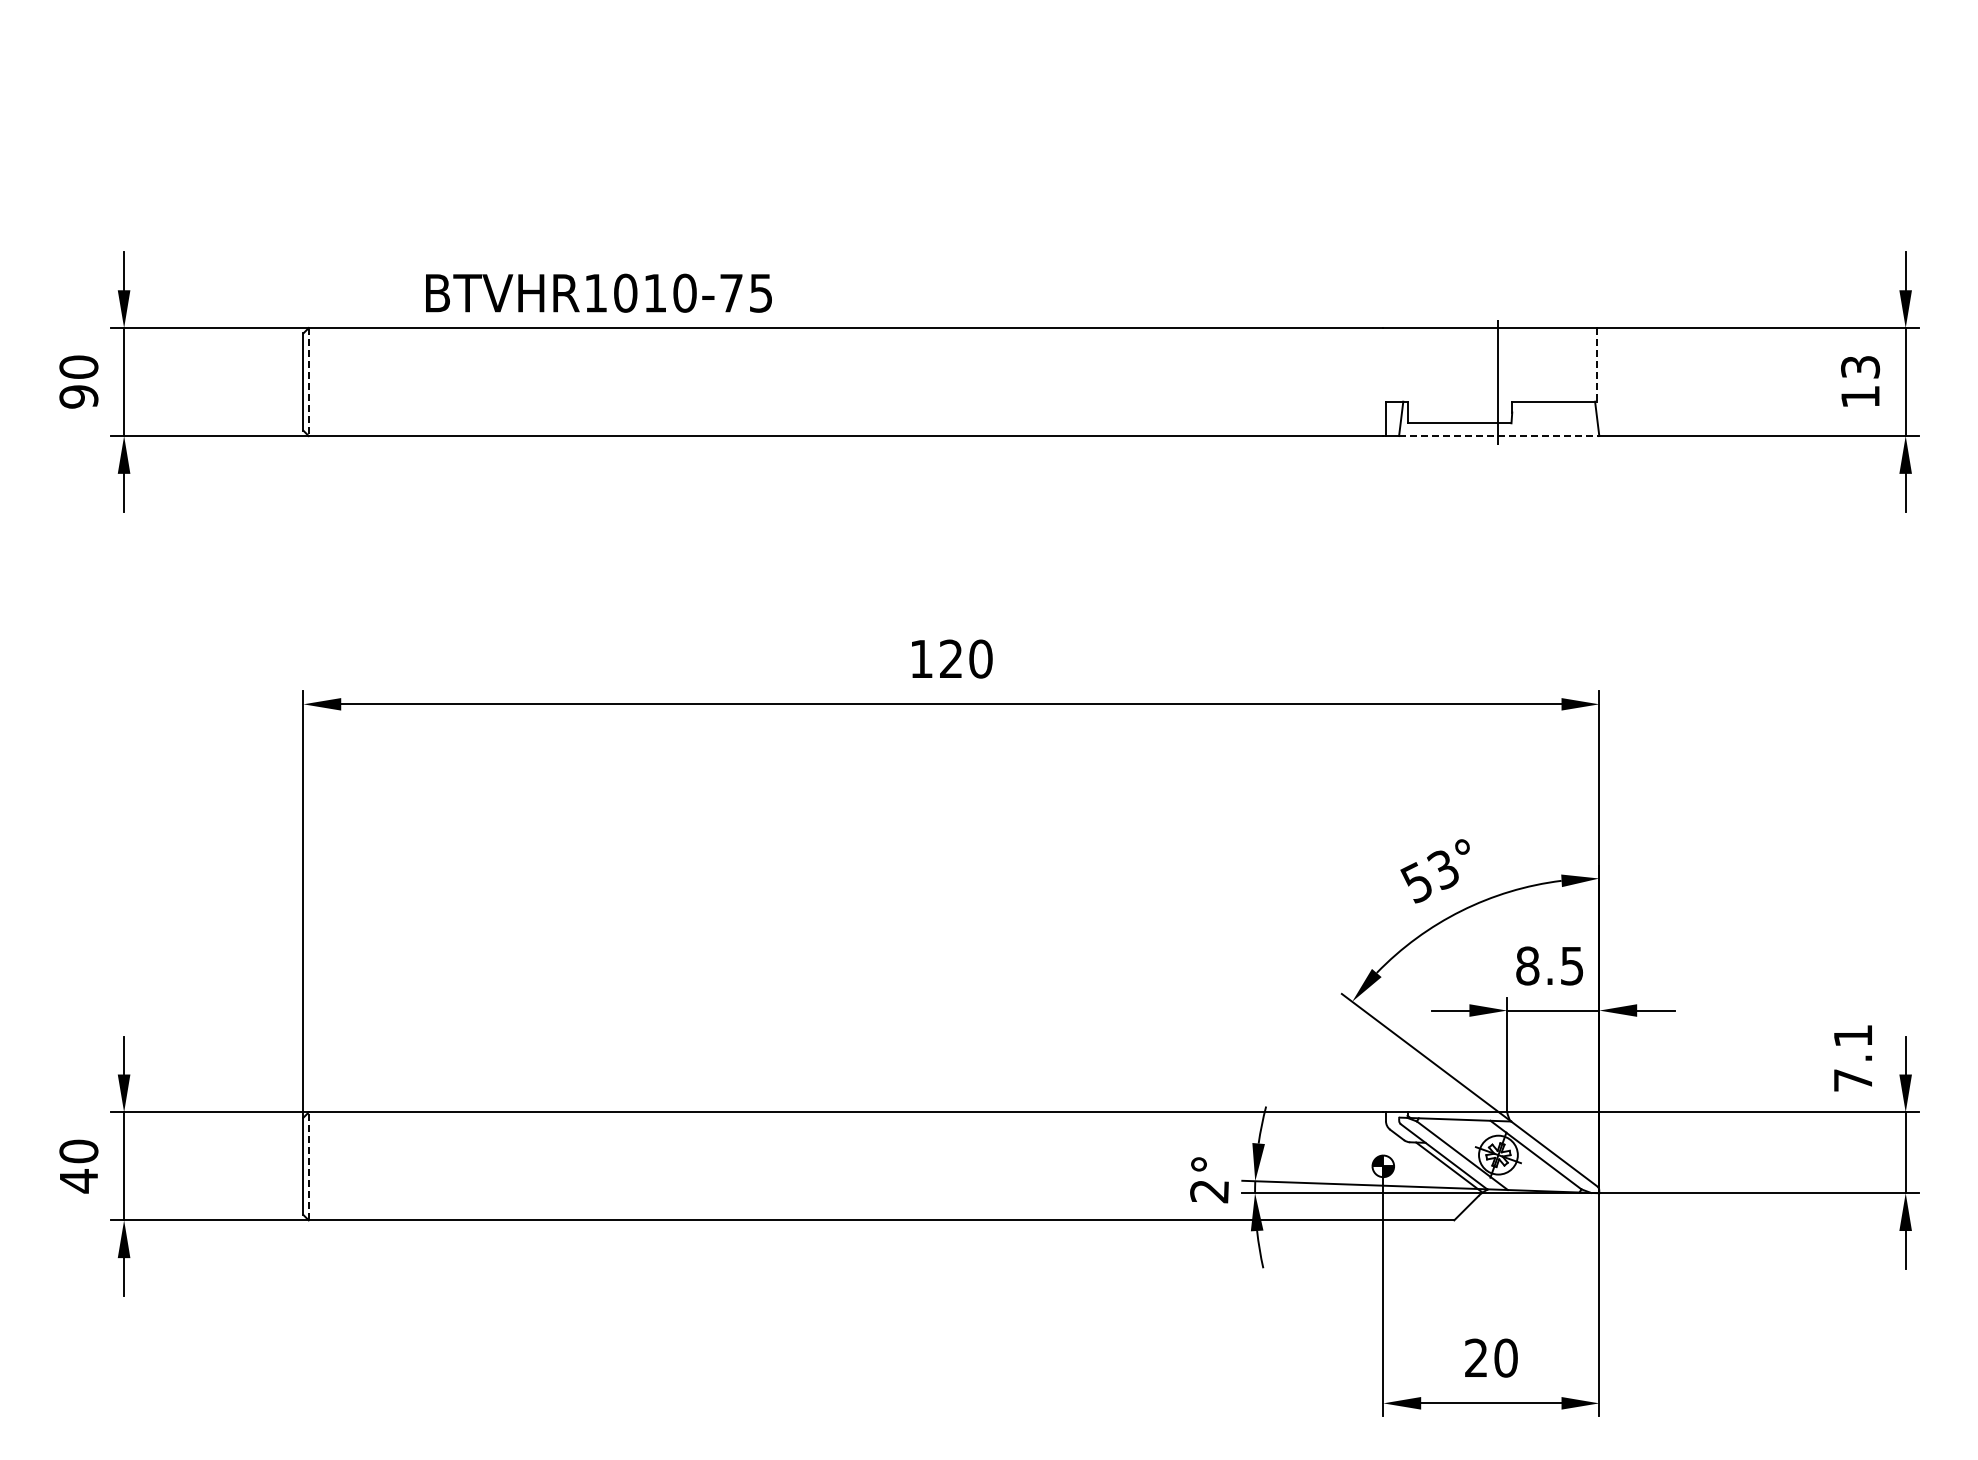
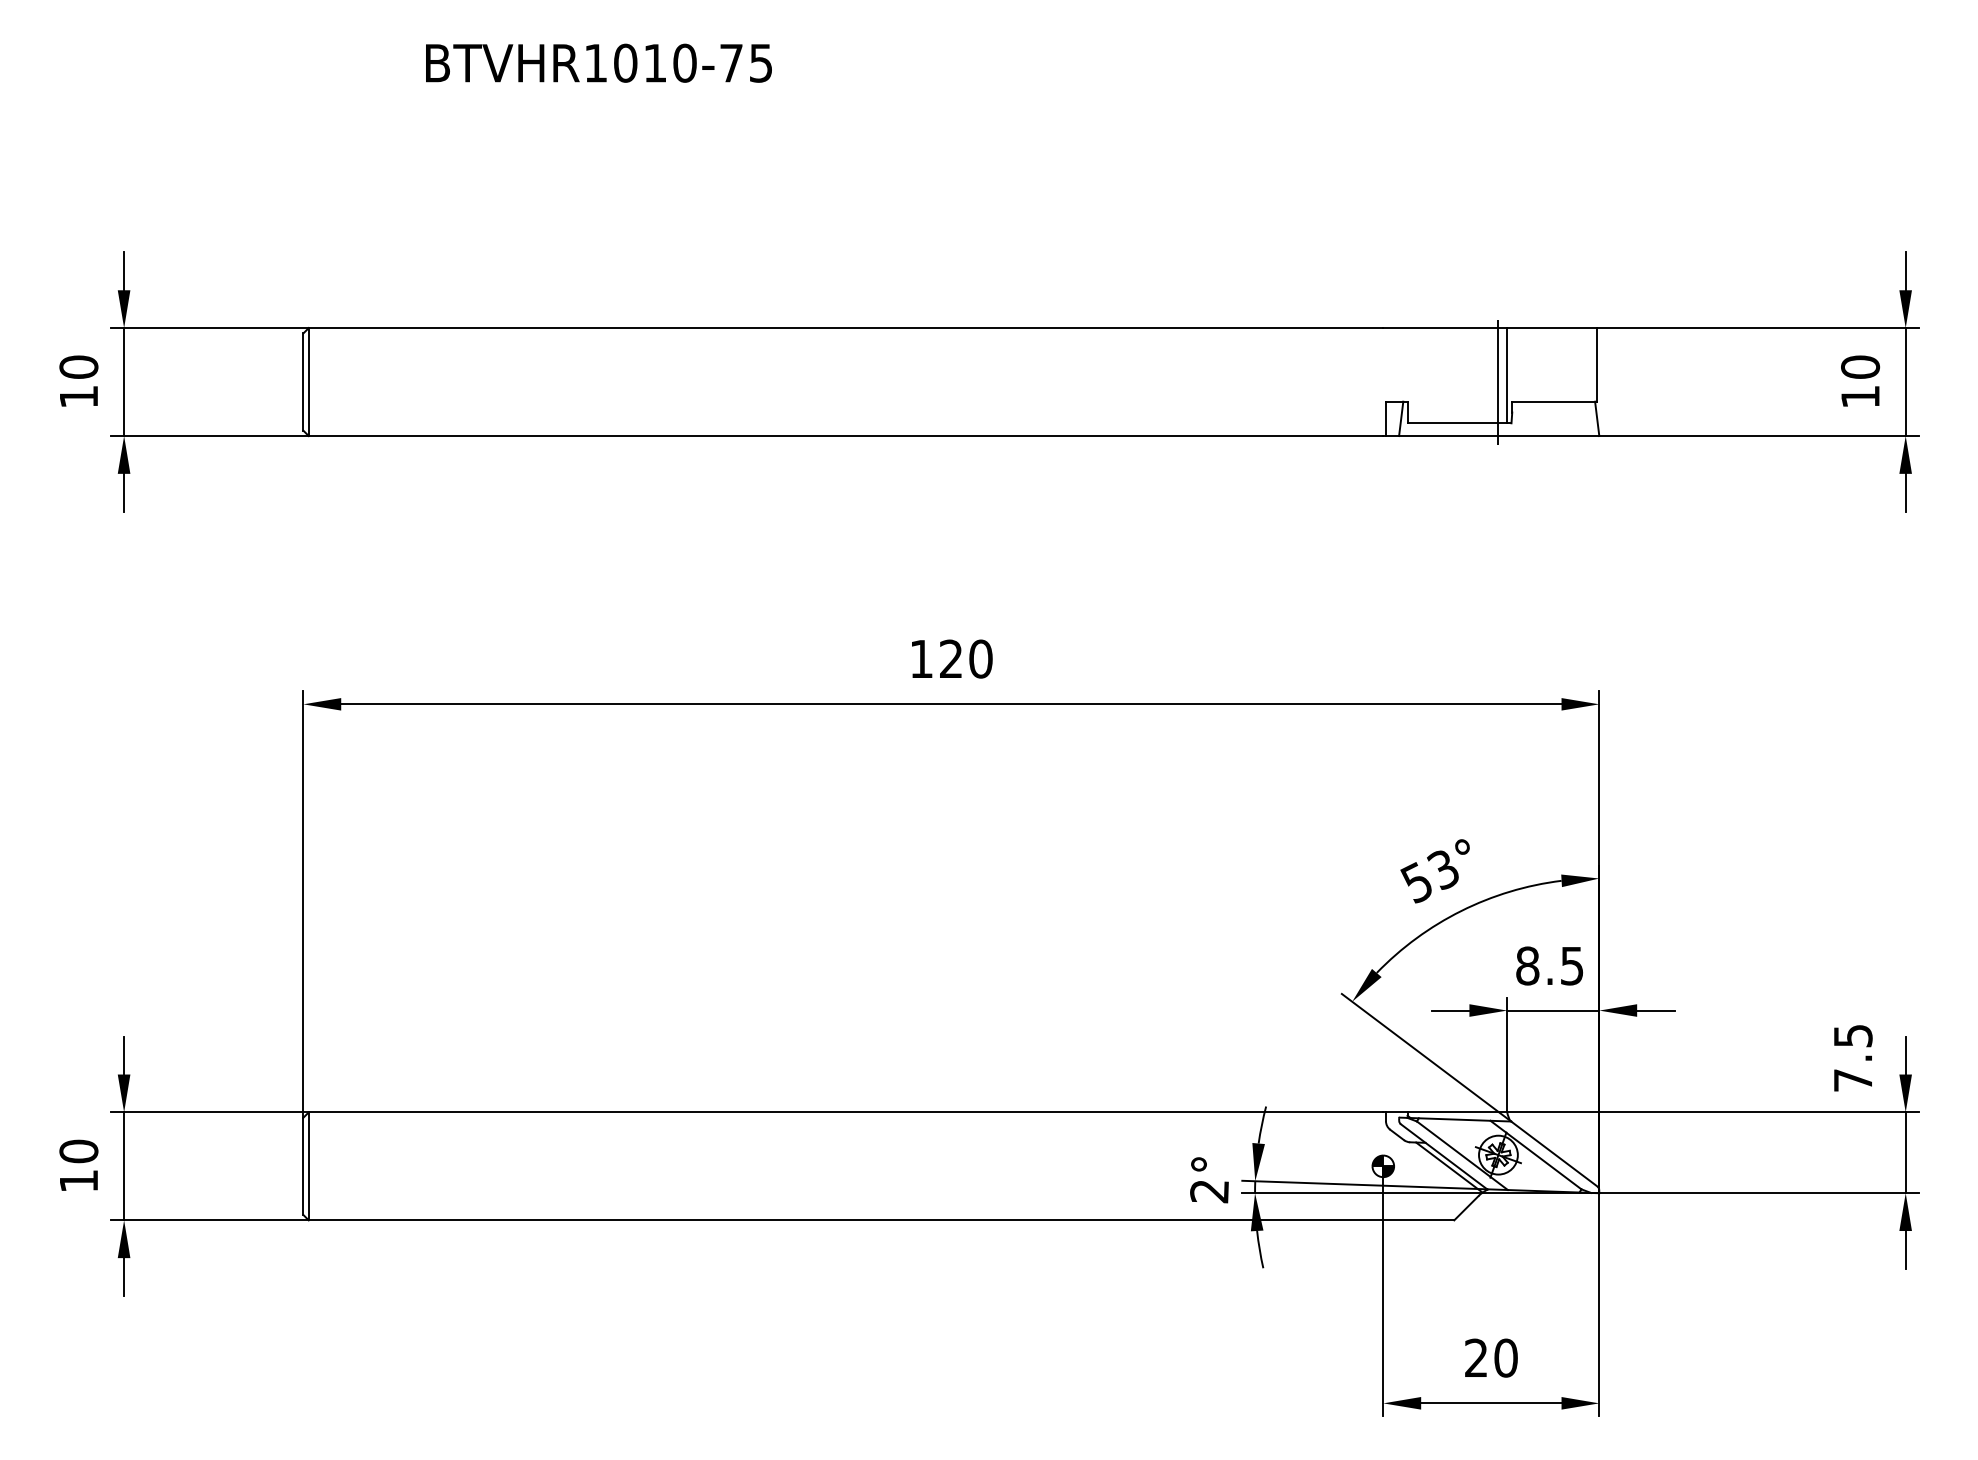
text at (598, 292) position: (598, 292) -> (598, 62)
line at (1596, 364): dashed -> solid
text at (1860, 366): 13 -> 10
line at (1507, 375): none -> present
line at (308, 382): dashed -> solid
text at (78, 396): 90 -> 10
line at (1499, 436): dashed -> solid
text at (1853, 1036): 7.1 -> 7.5
line at (308, 1166): dashed -> solid
text at (78, 1181): 40 -> 10
